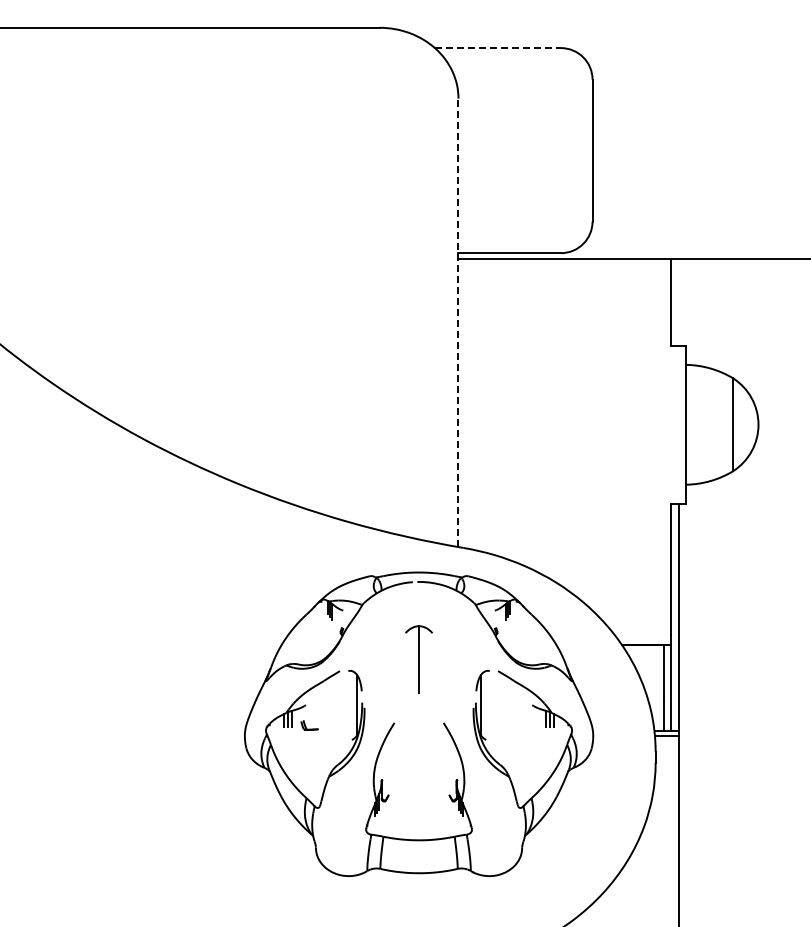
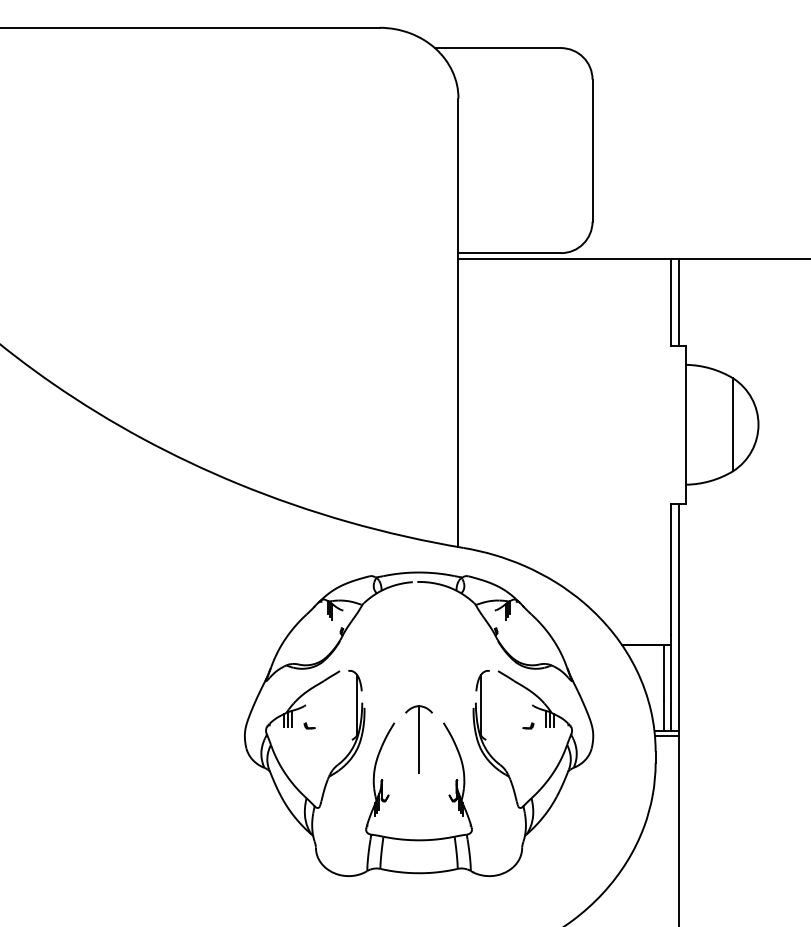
line at (498, 48): dashed -> solid
line at (678, 302): none -> present
line at (458, 322): dashed -> solid
part at (418, 659) position: (418, 659) -> (418, 739)
part at (309, 725) size: 19x11 px -> 13x8 px
part at (528, 725): none -> present
